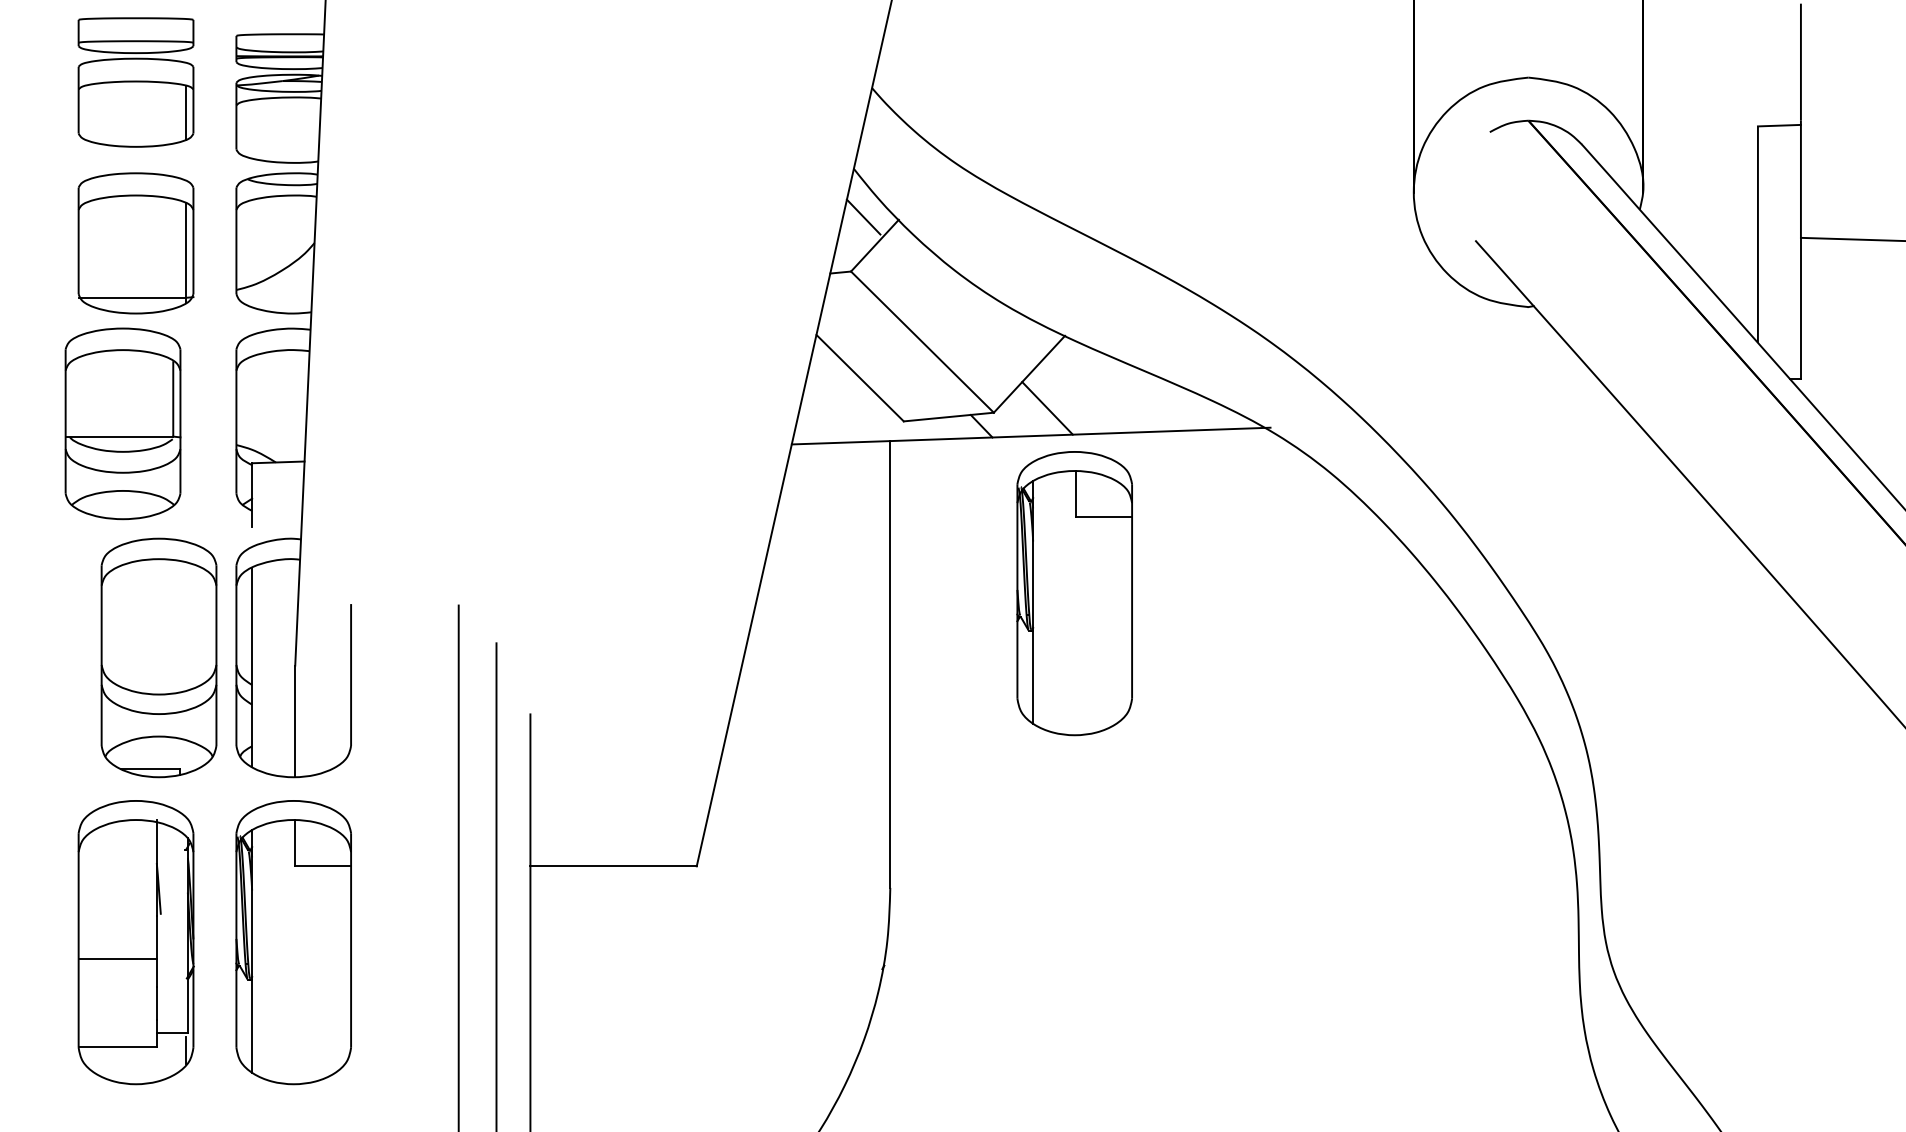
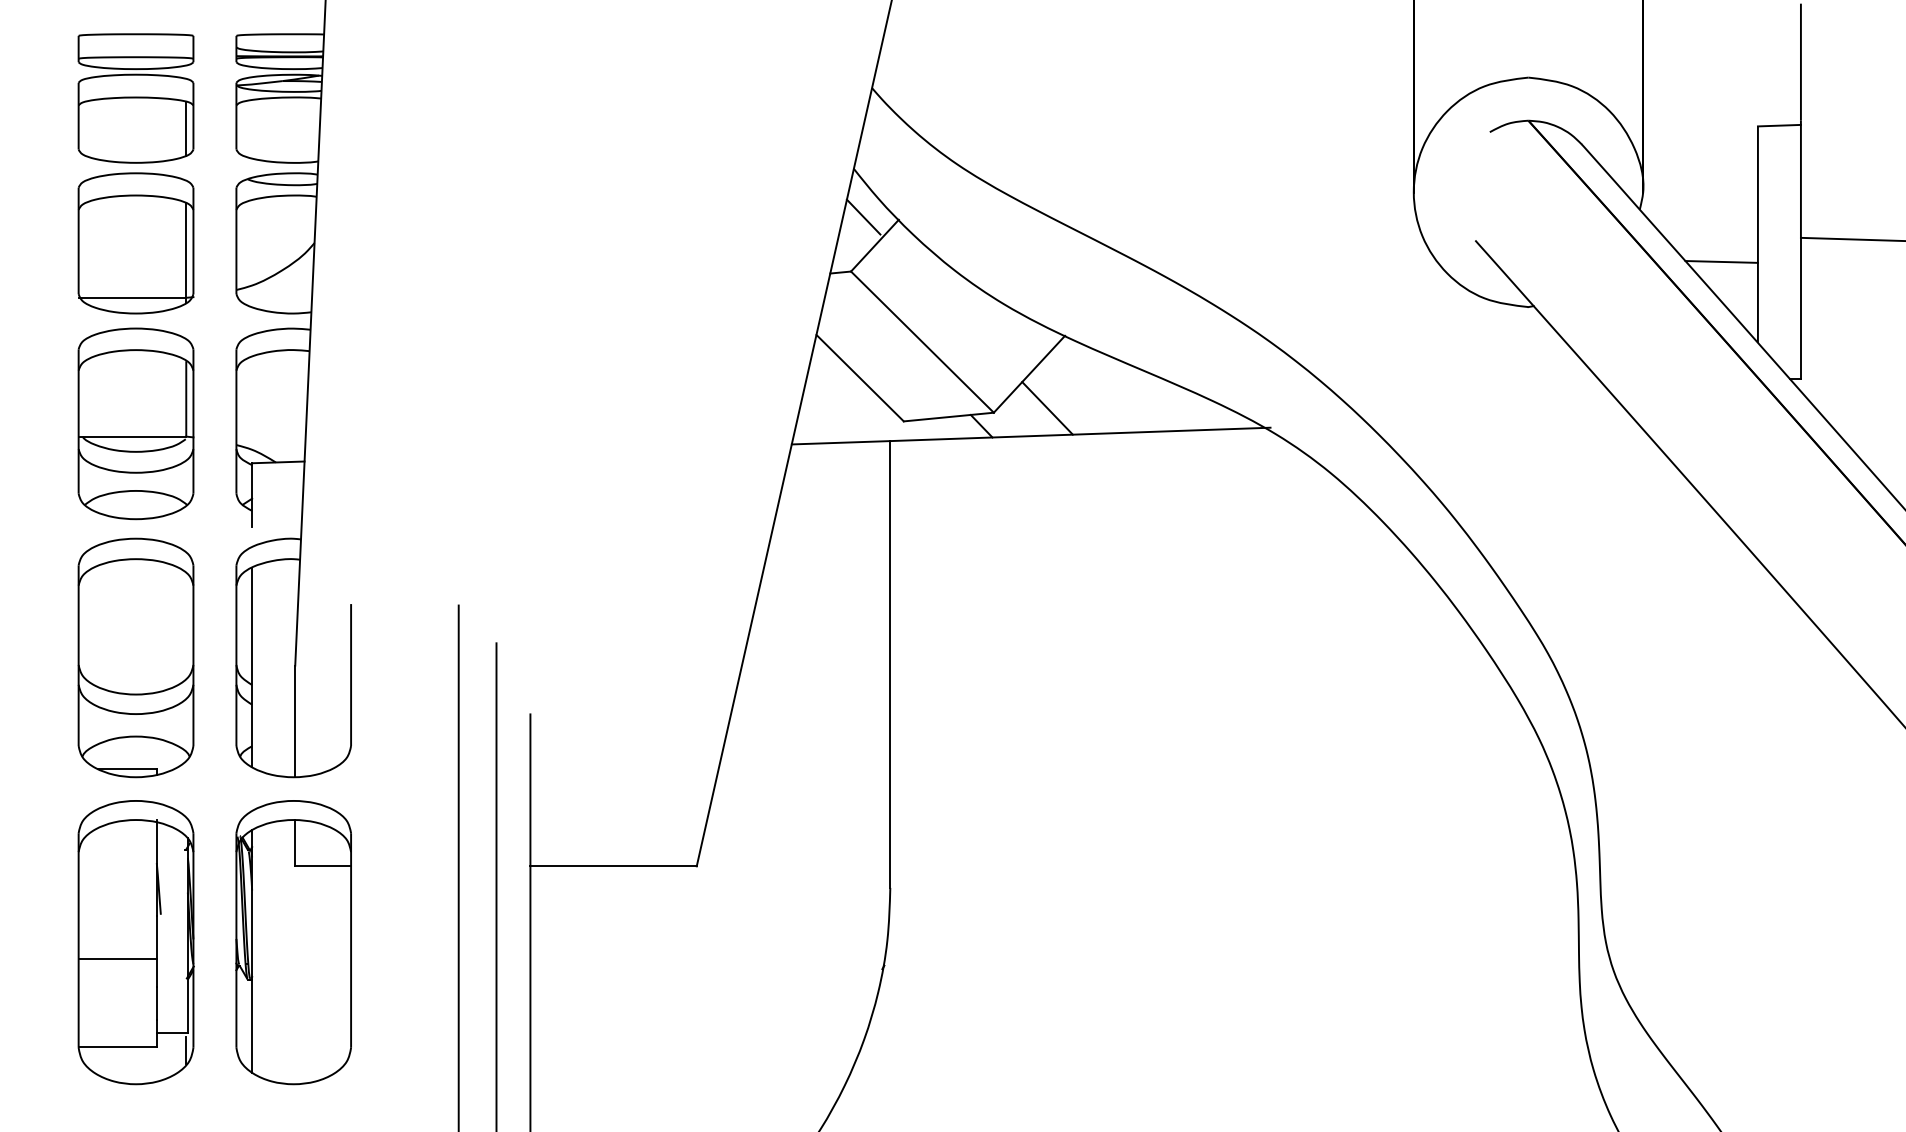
part at (135, 82) position: (135, 82) -> (135, 98)
line at (1721, 261): none -> present
part at (122, 423) position: (122, 423) -> (135, 423)
part at (1074, 593): present -> none
part at (158, 657) position: (158, 657) -> (135, 657)
